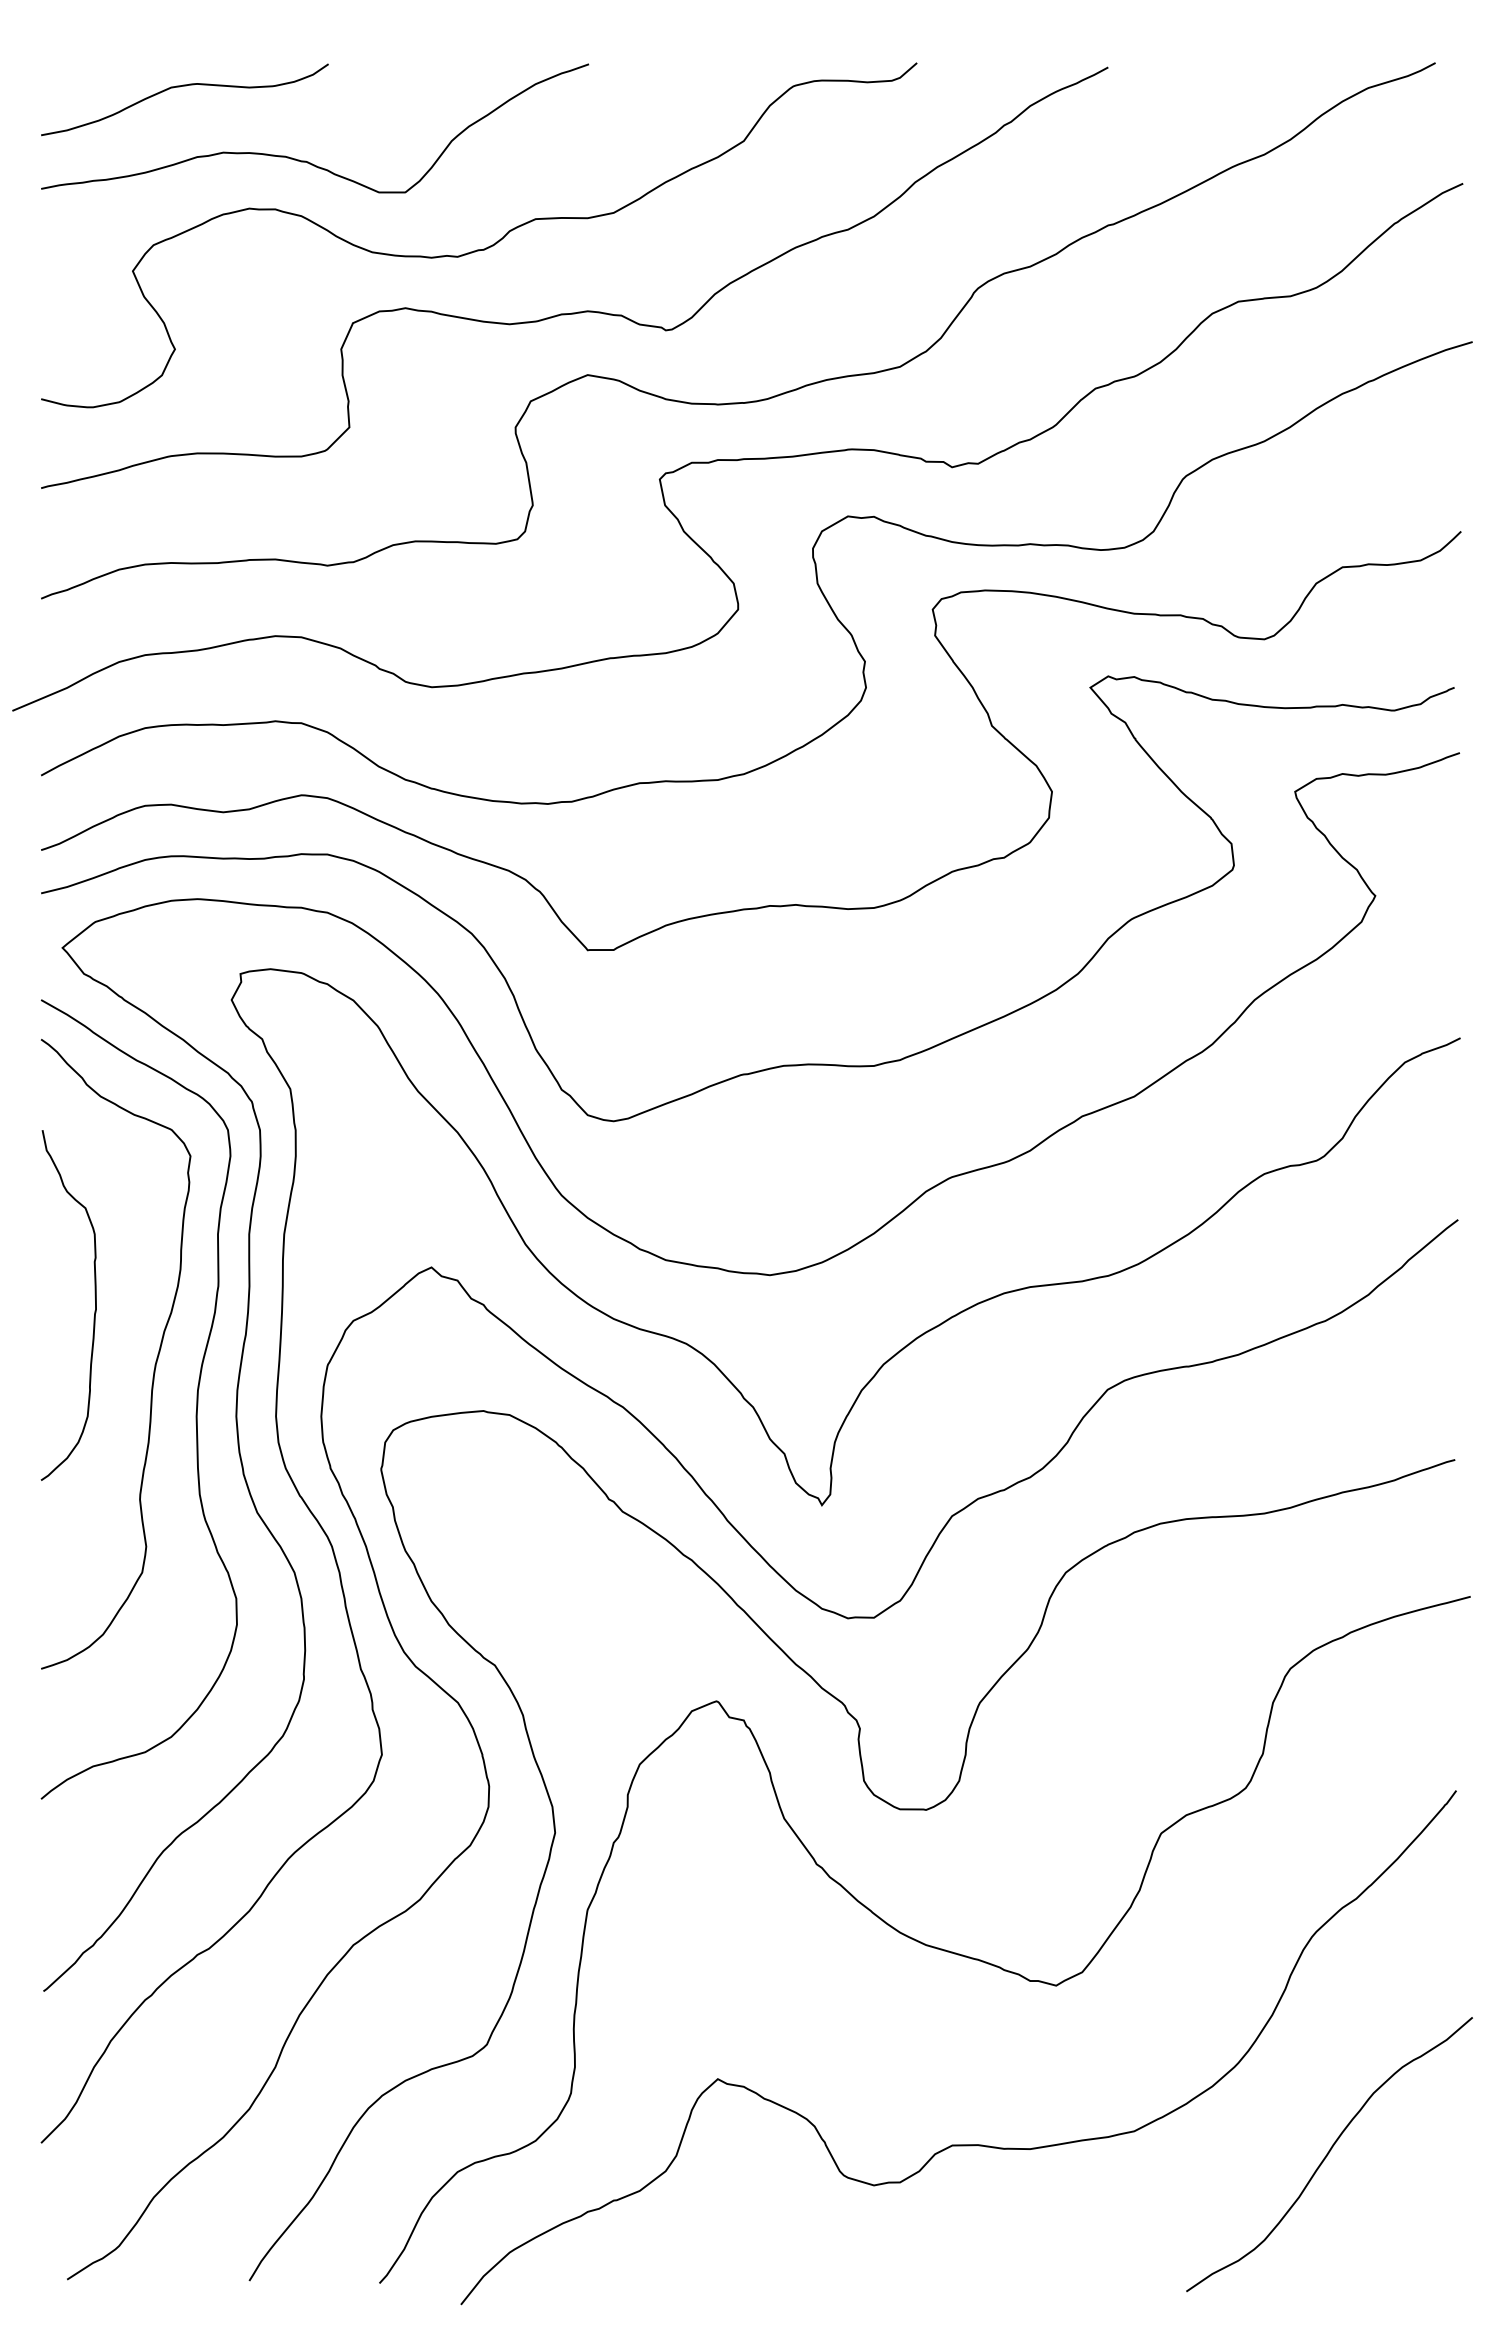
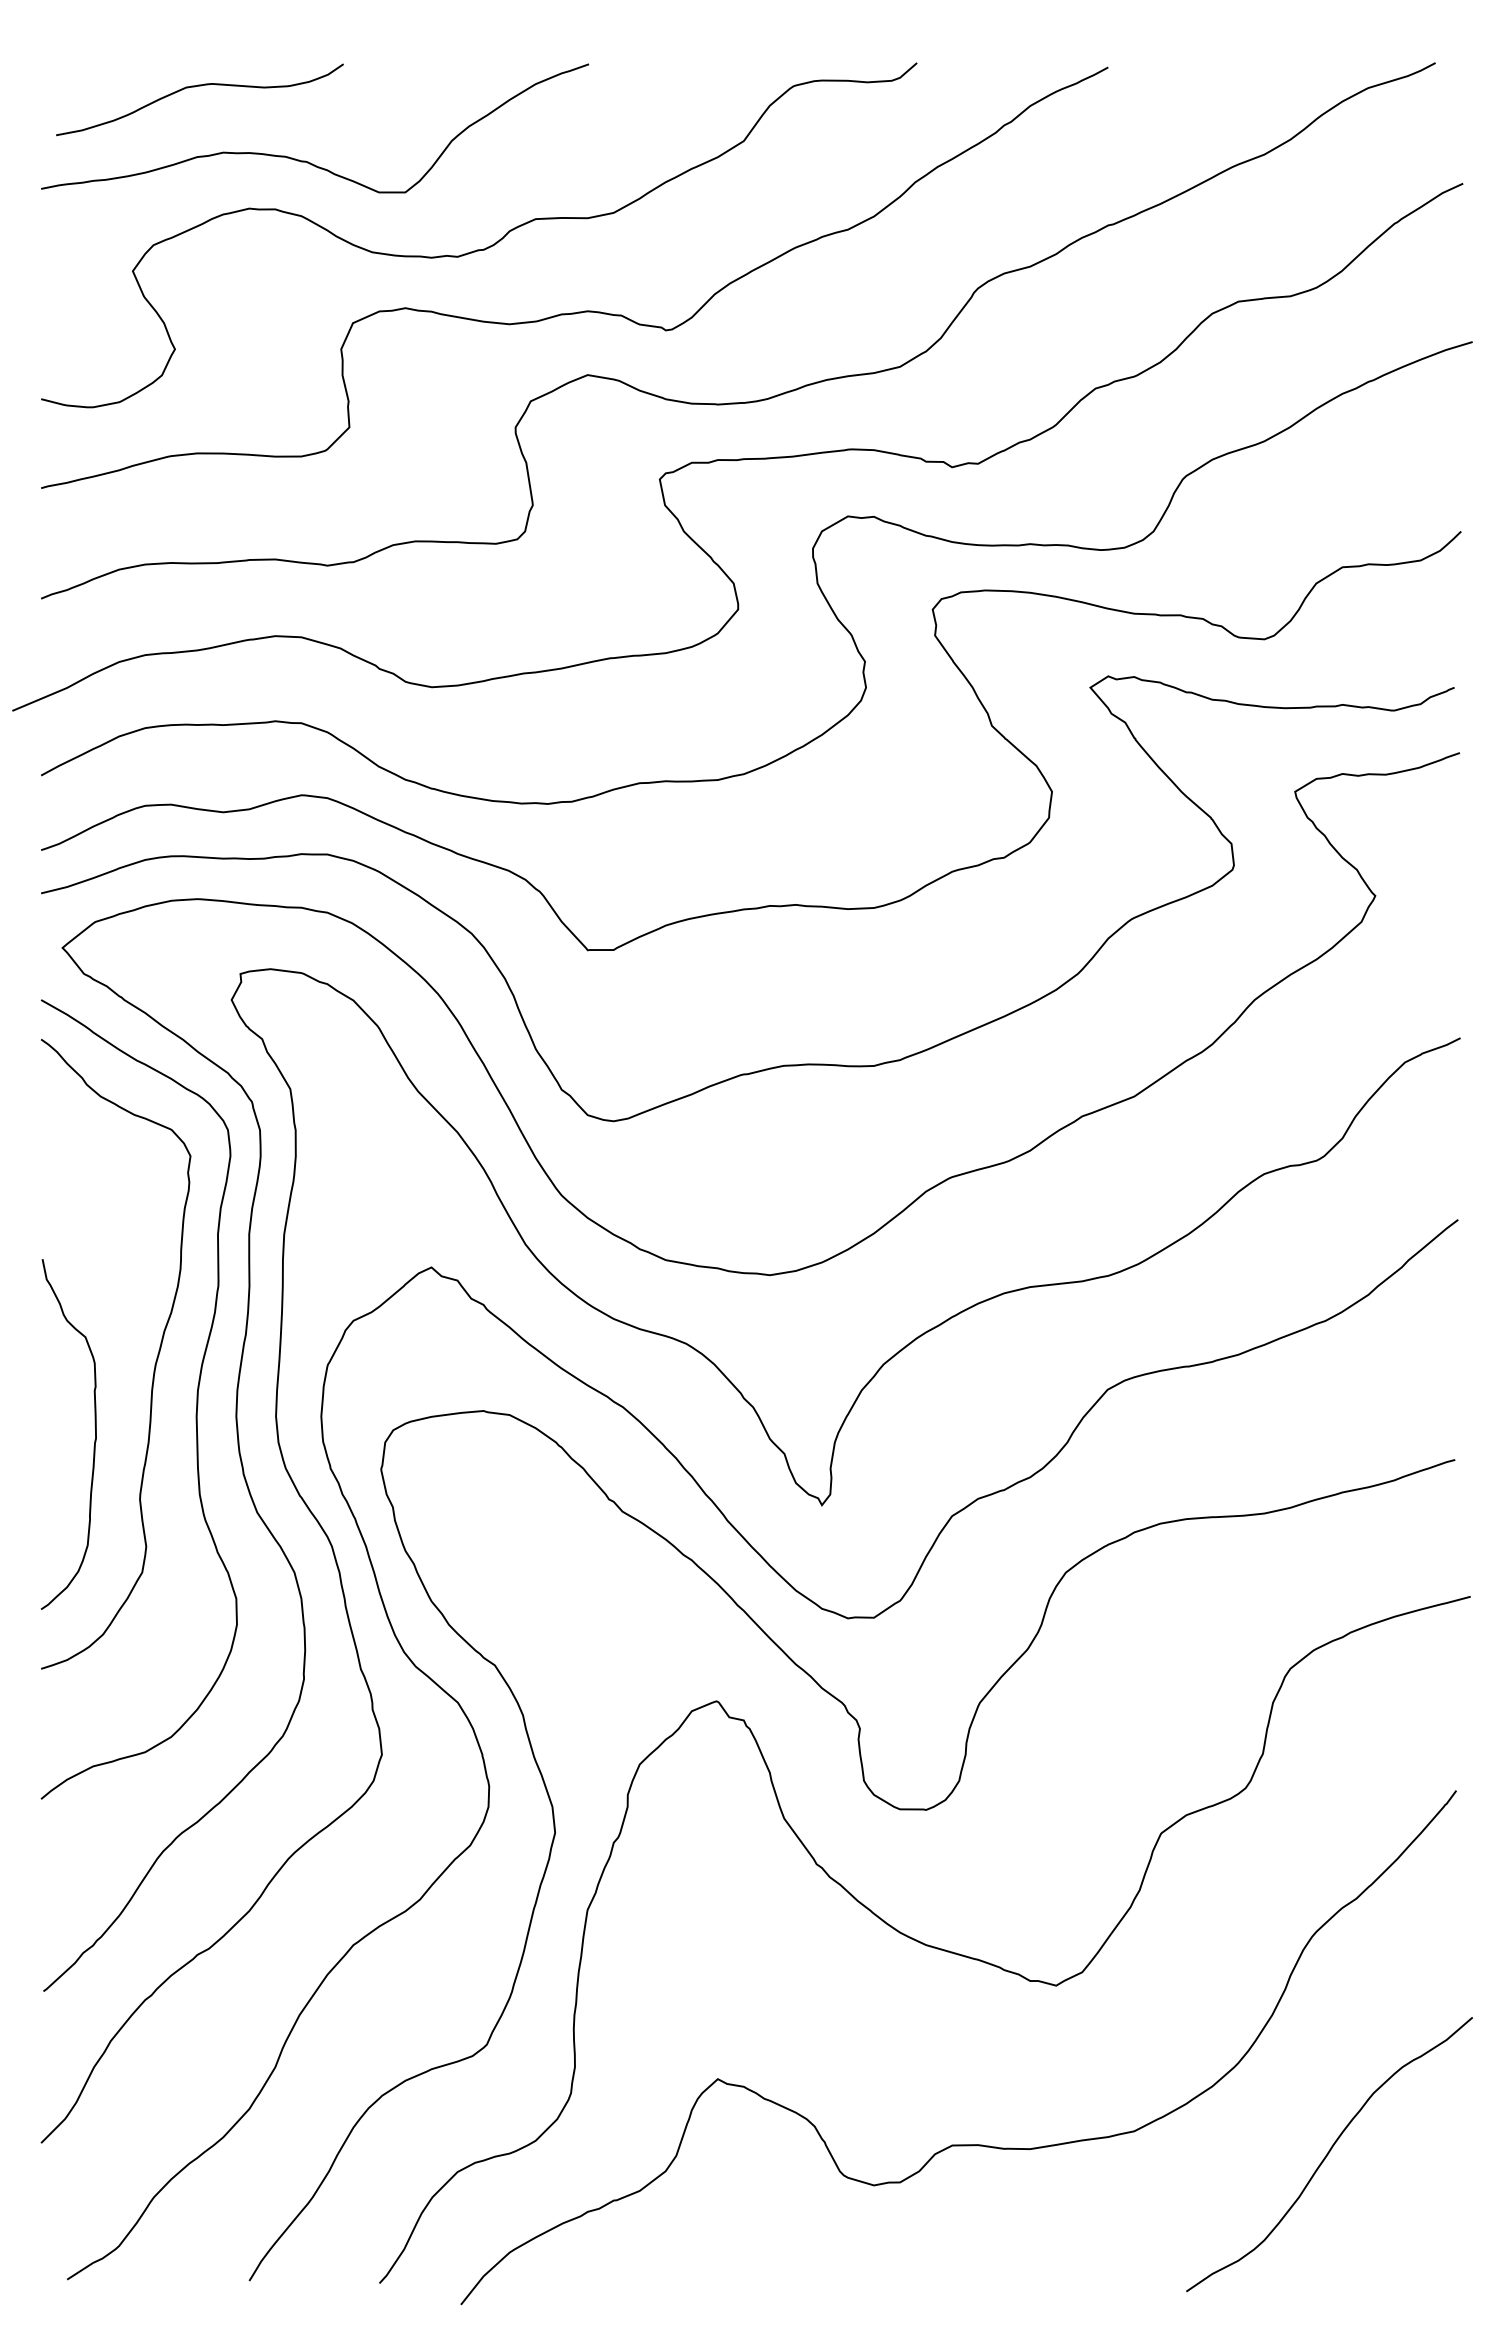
curve at (180, 87) position: (180, 87) -> (195, 87)
curve at (94, 1310) position: (94, 1310) -> (94, 1439)
